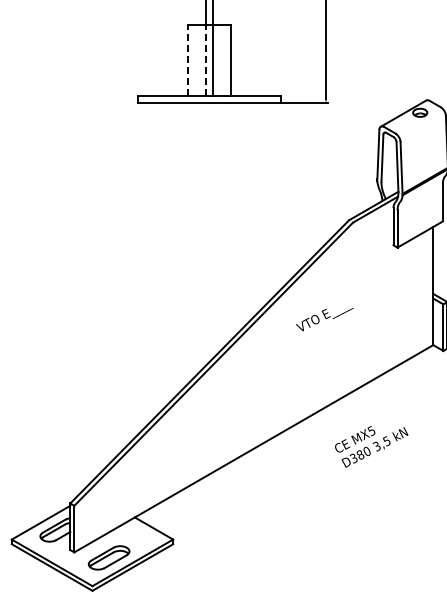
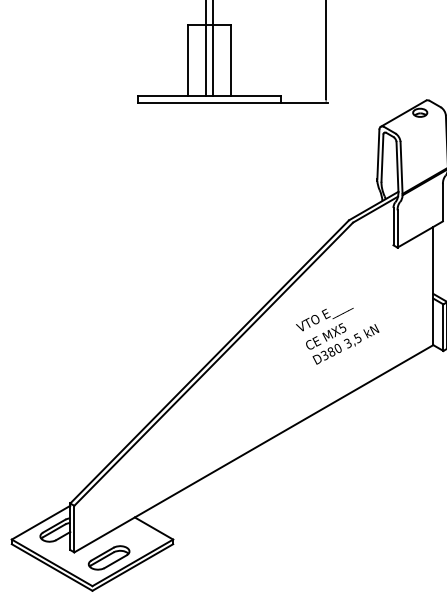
line at (188, 60): dashed -> solid
line at (205, 60): dashed -> solid
text at (371, 446) position: (371, 446) -> (342, 343)
